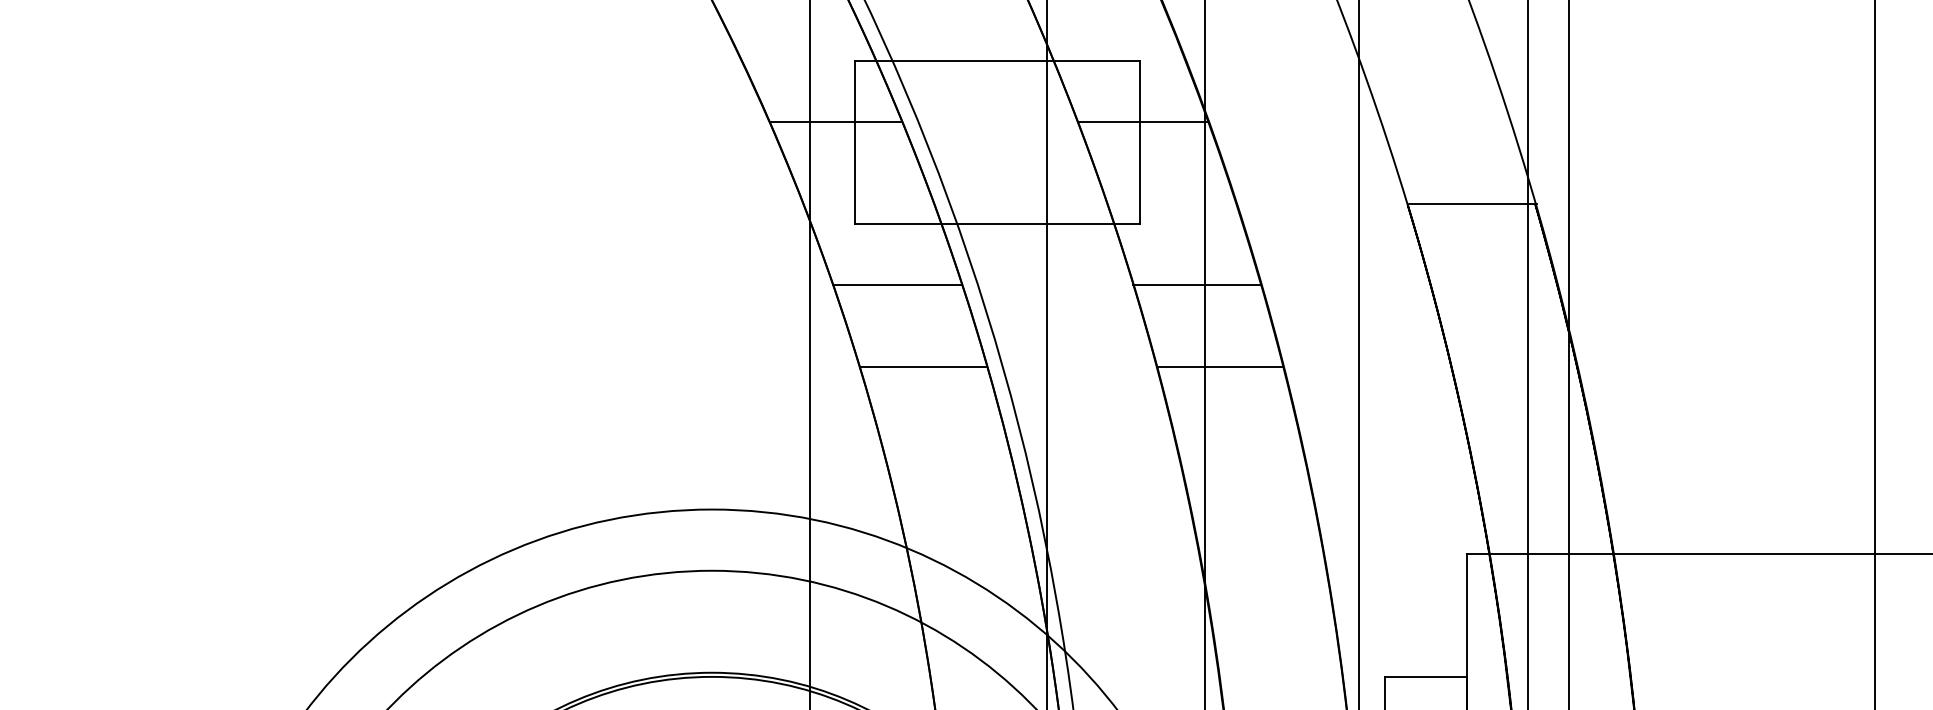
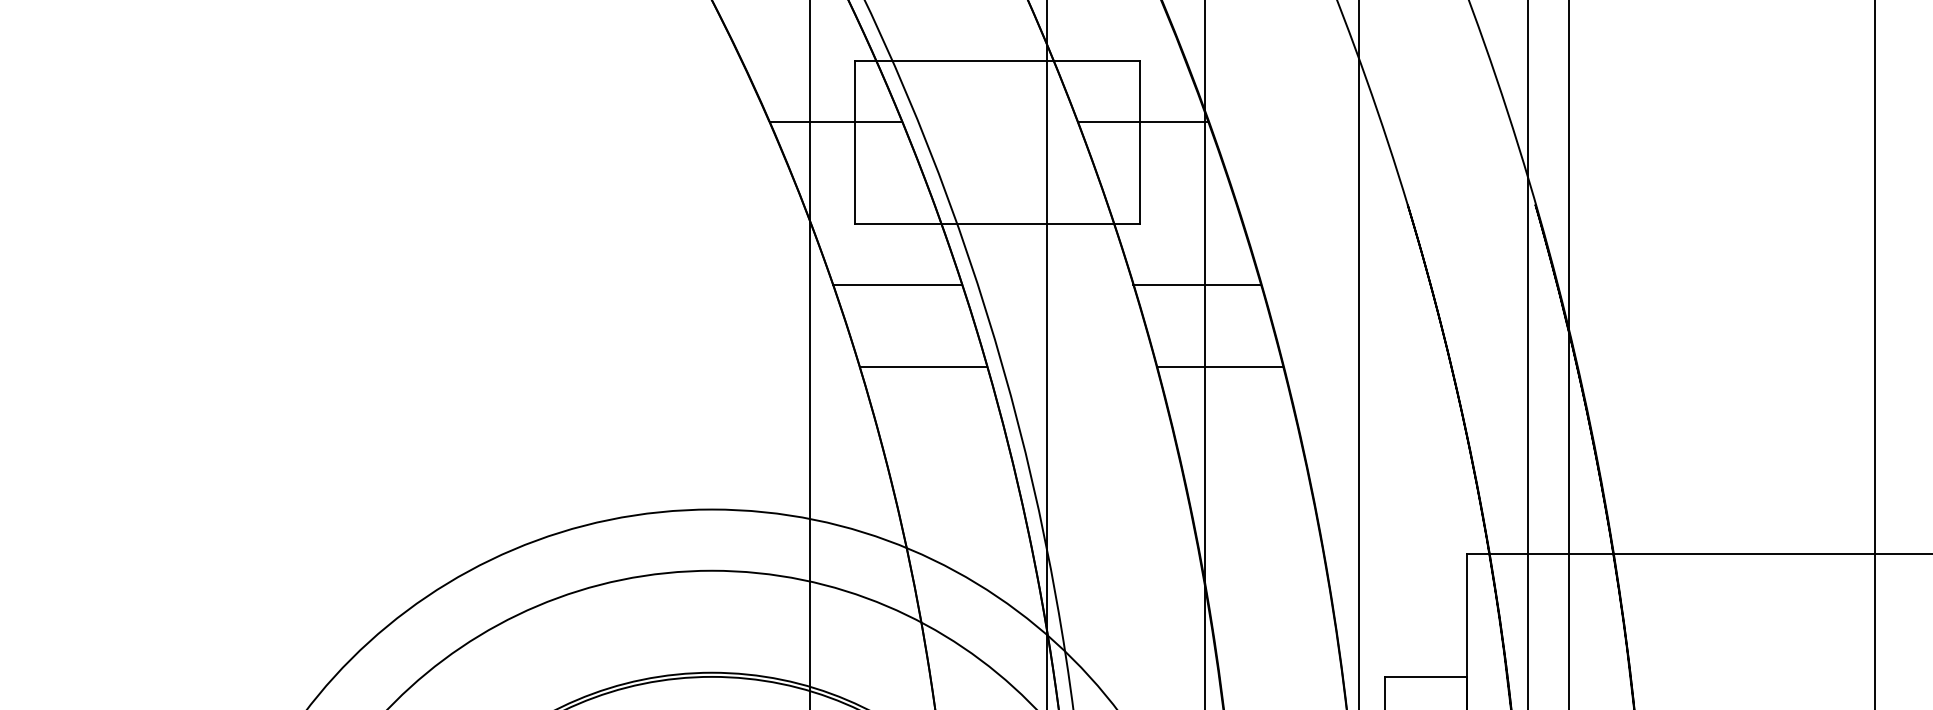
line at (1472, 203): present -> none
